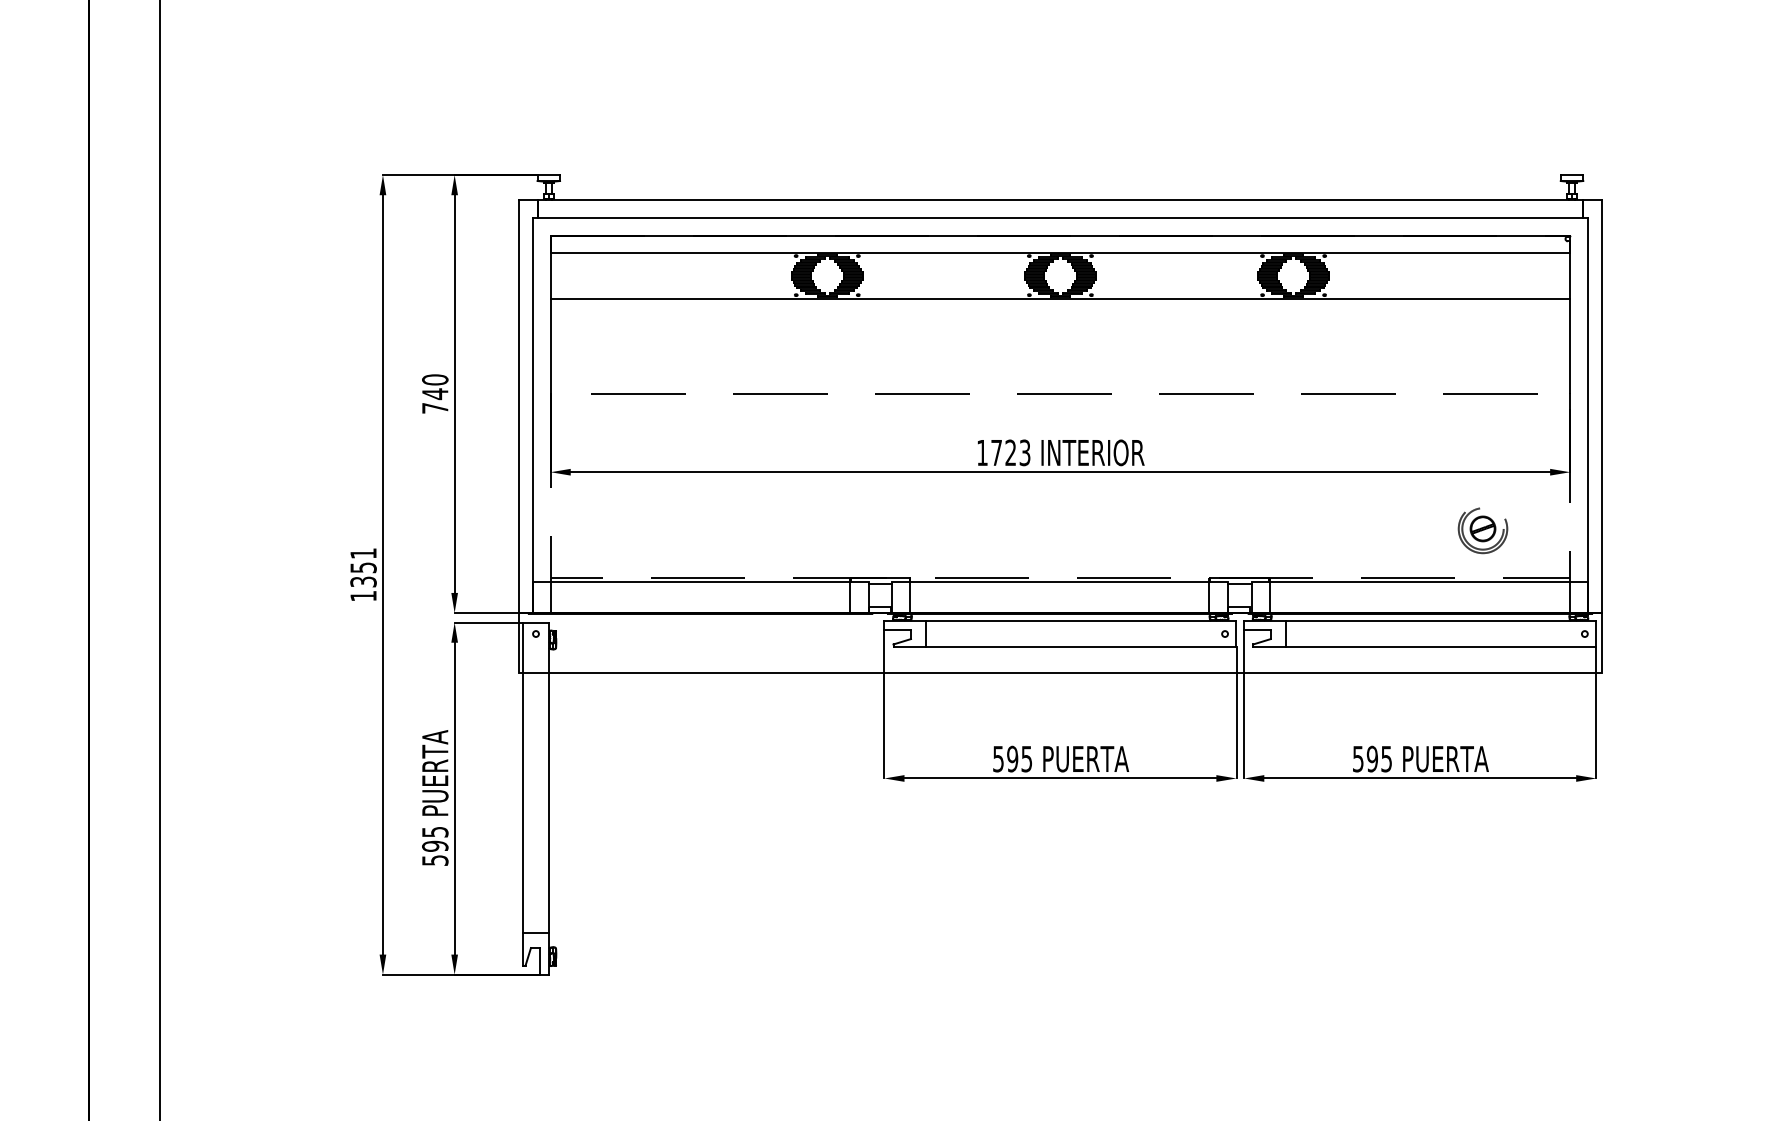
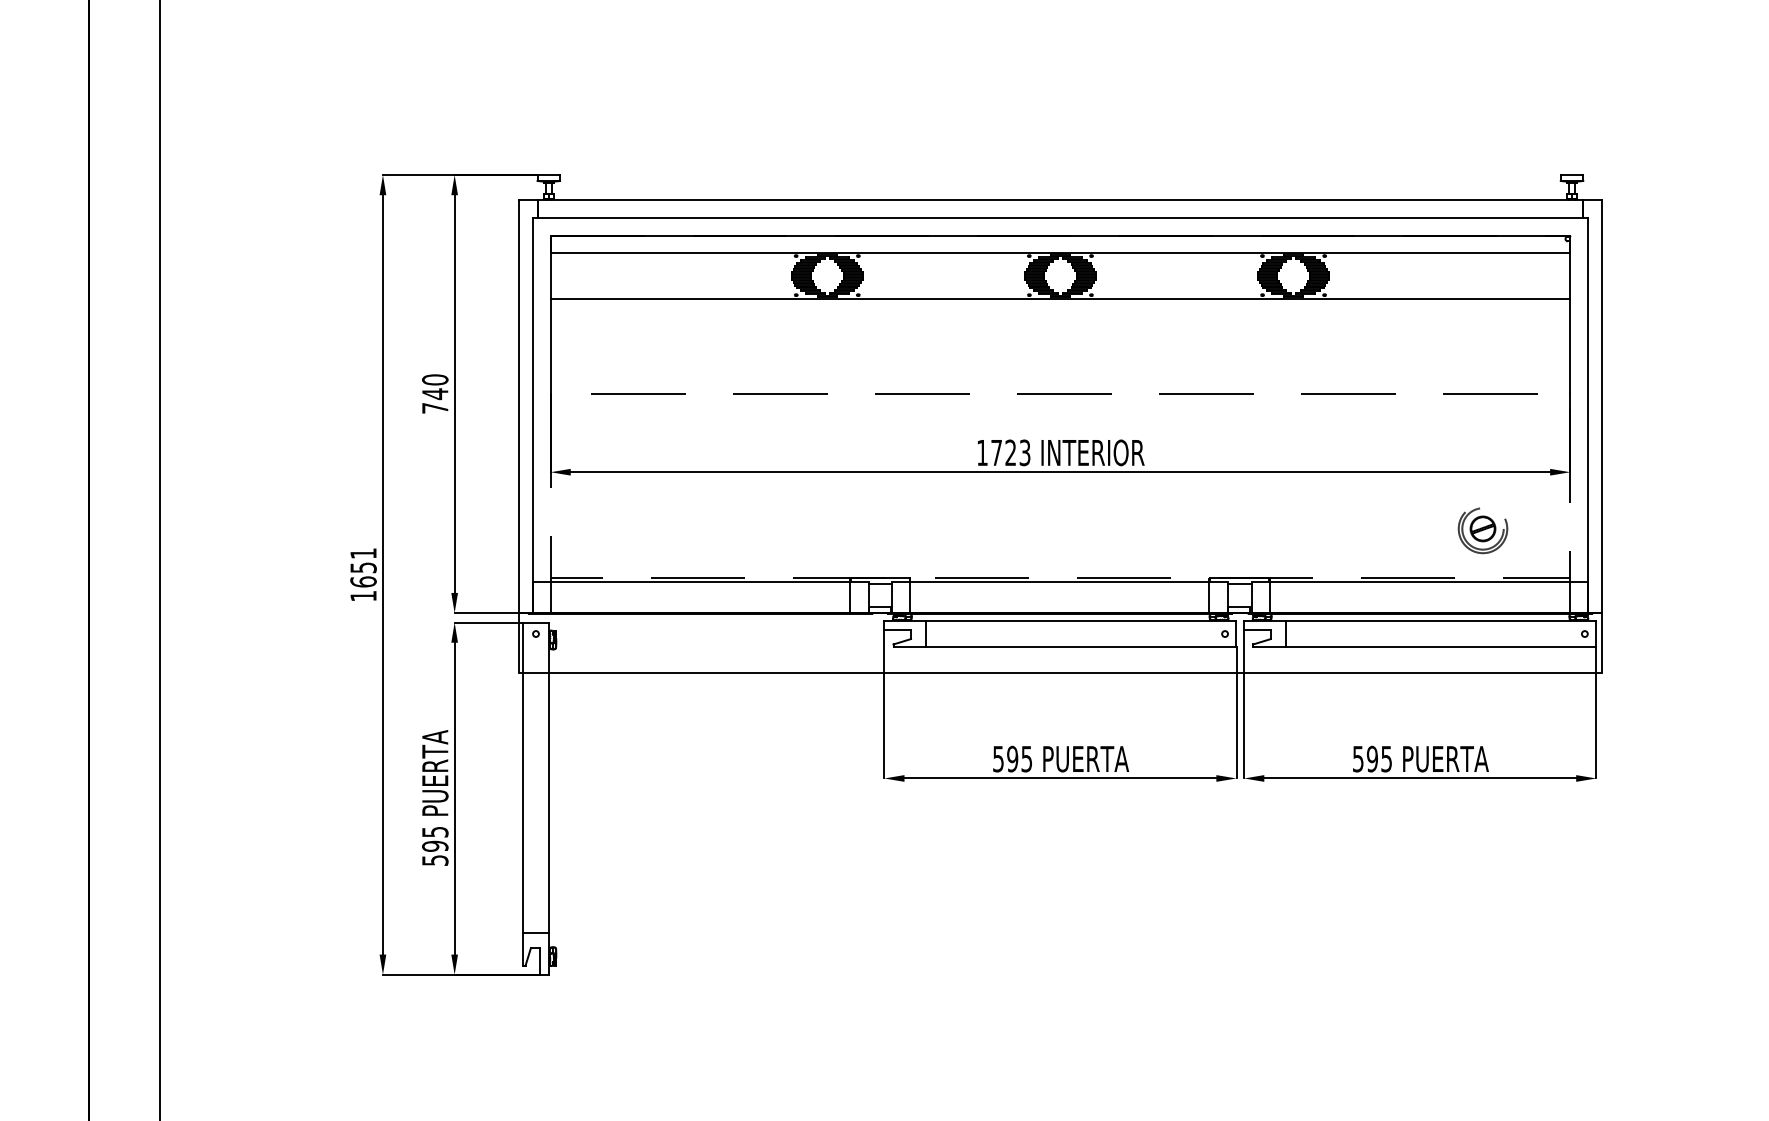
text at (363, 581): 1351 -> 1651
